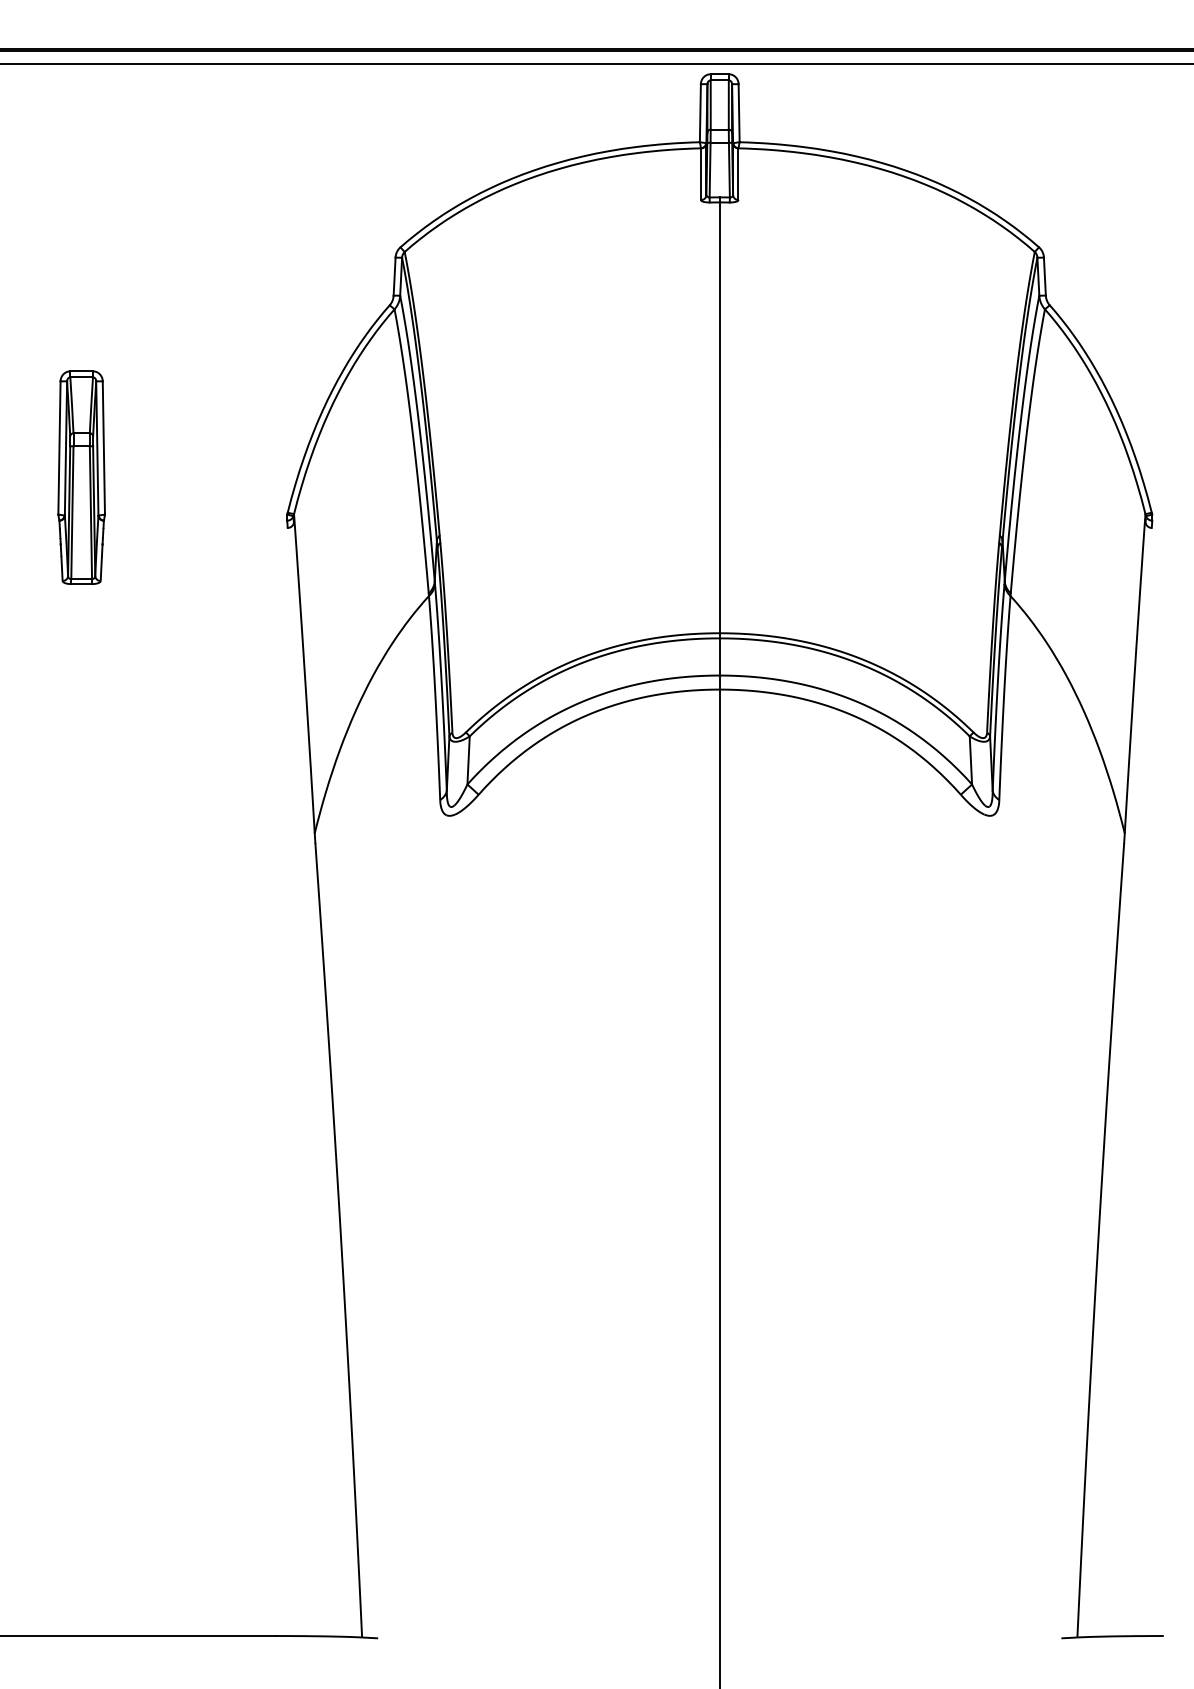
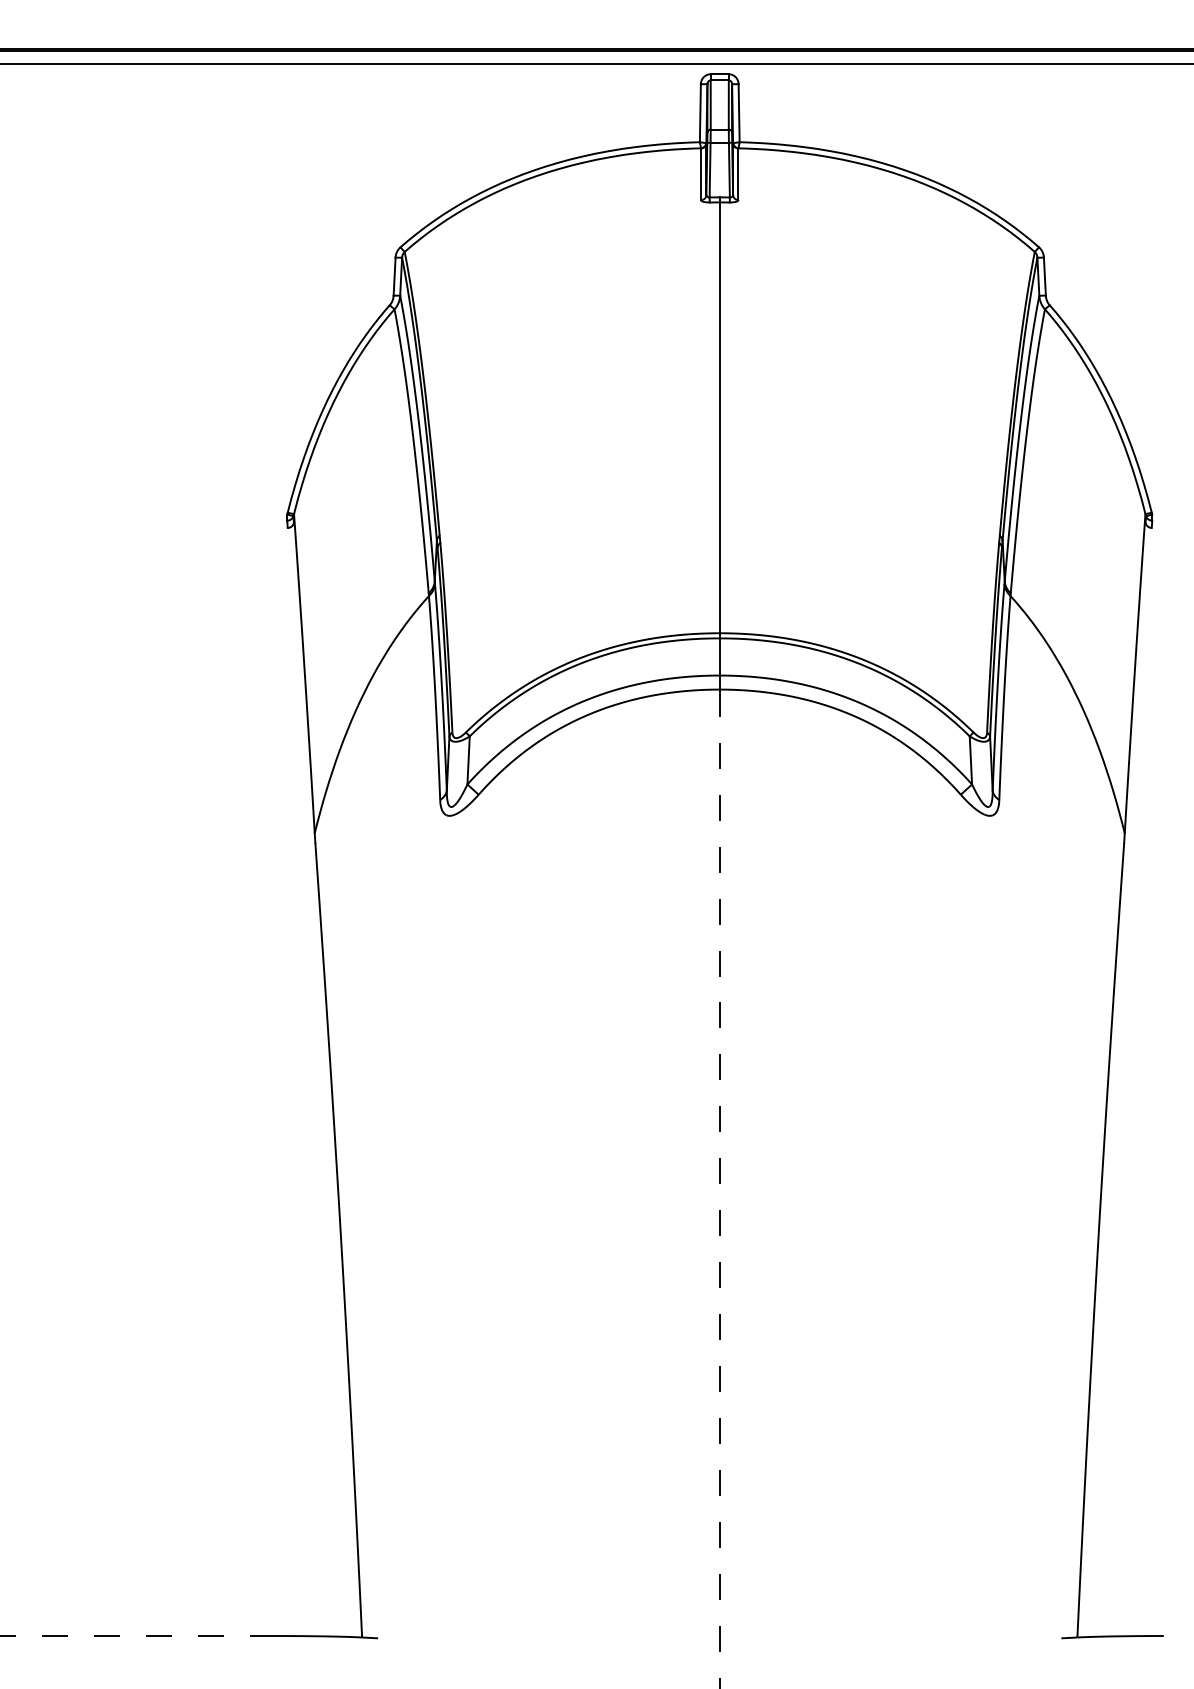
part at (81, 477): present -> none
line at (719, 1188): solid -> dashed
line at (138, 1636): solid -> dashed
